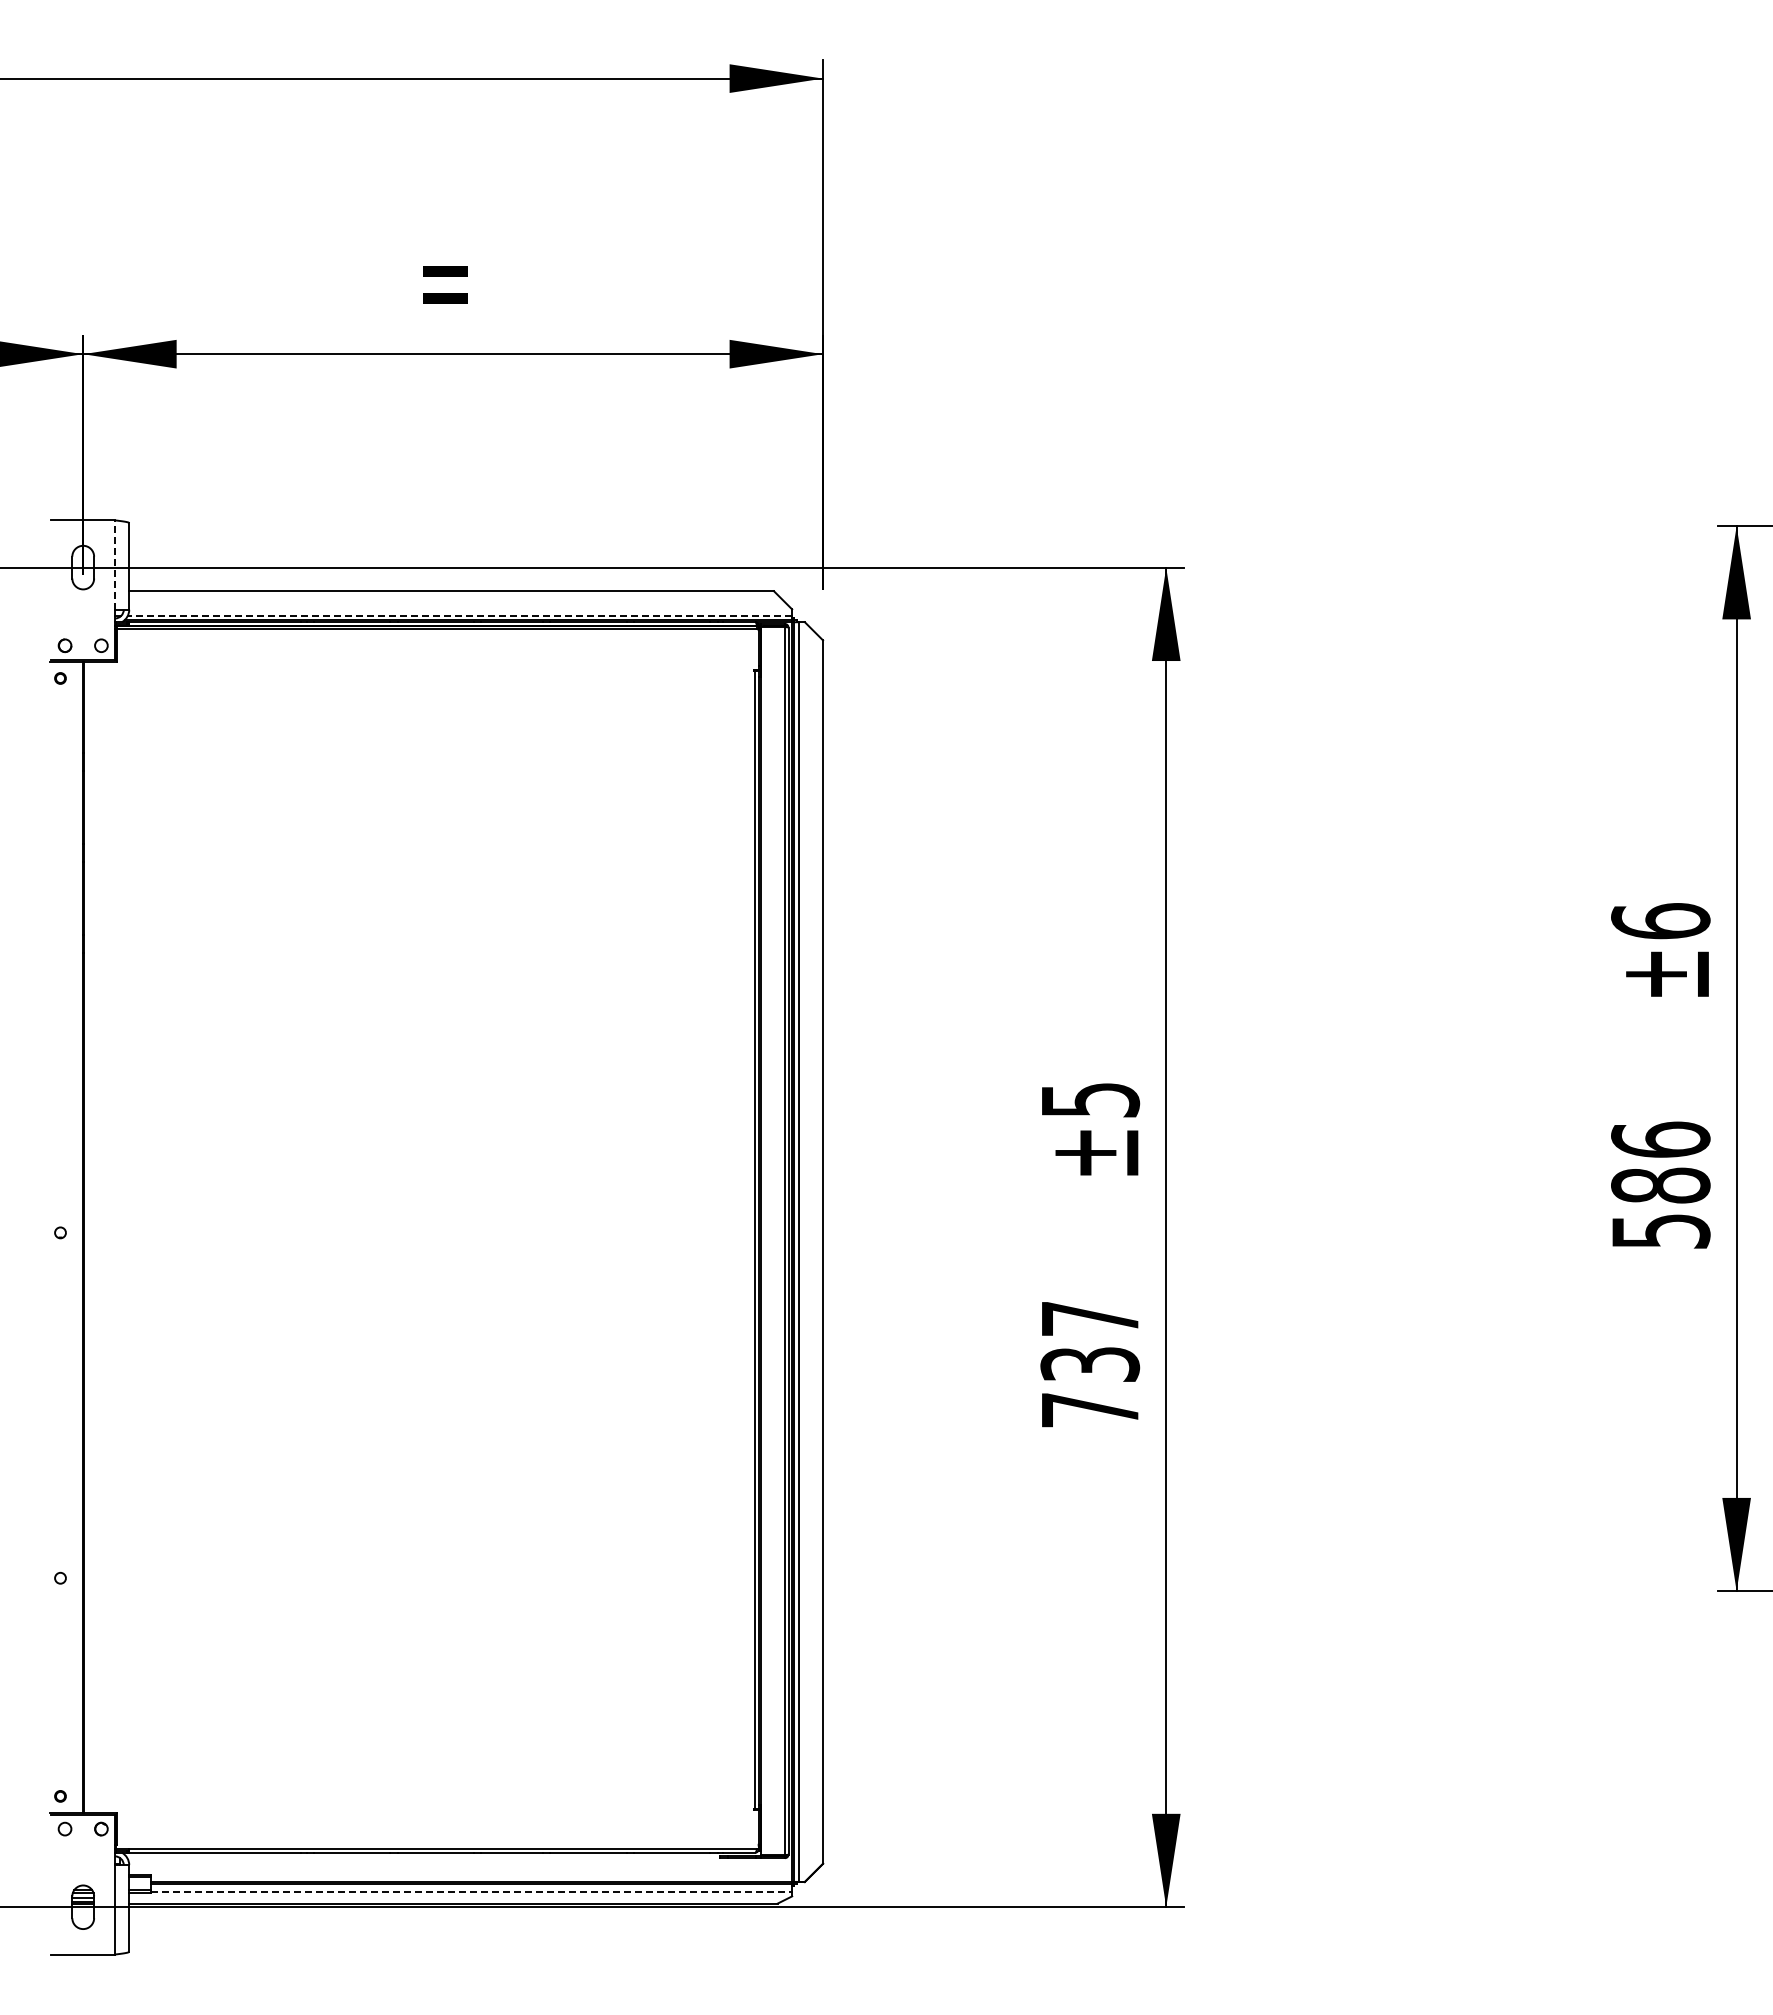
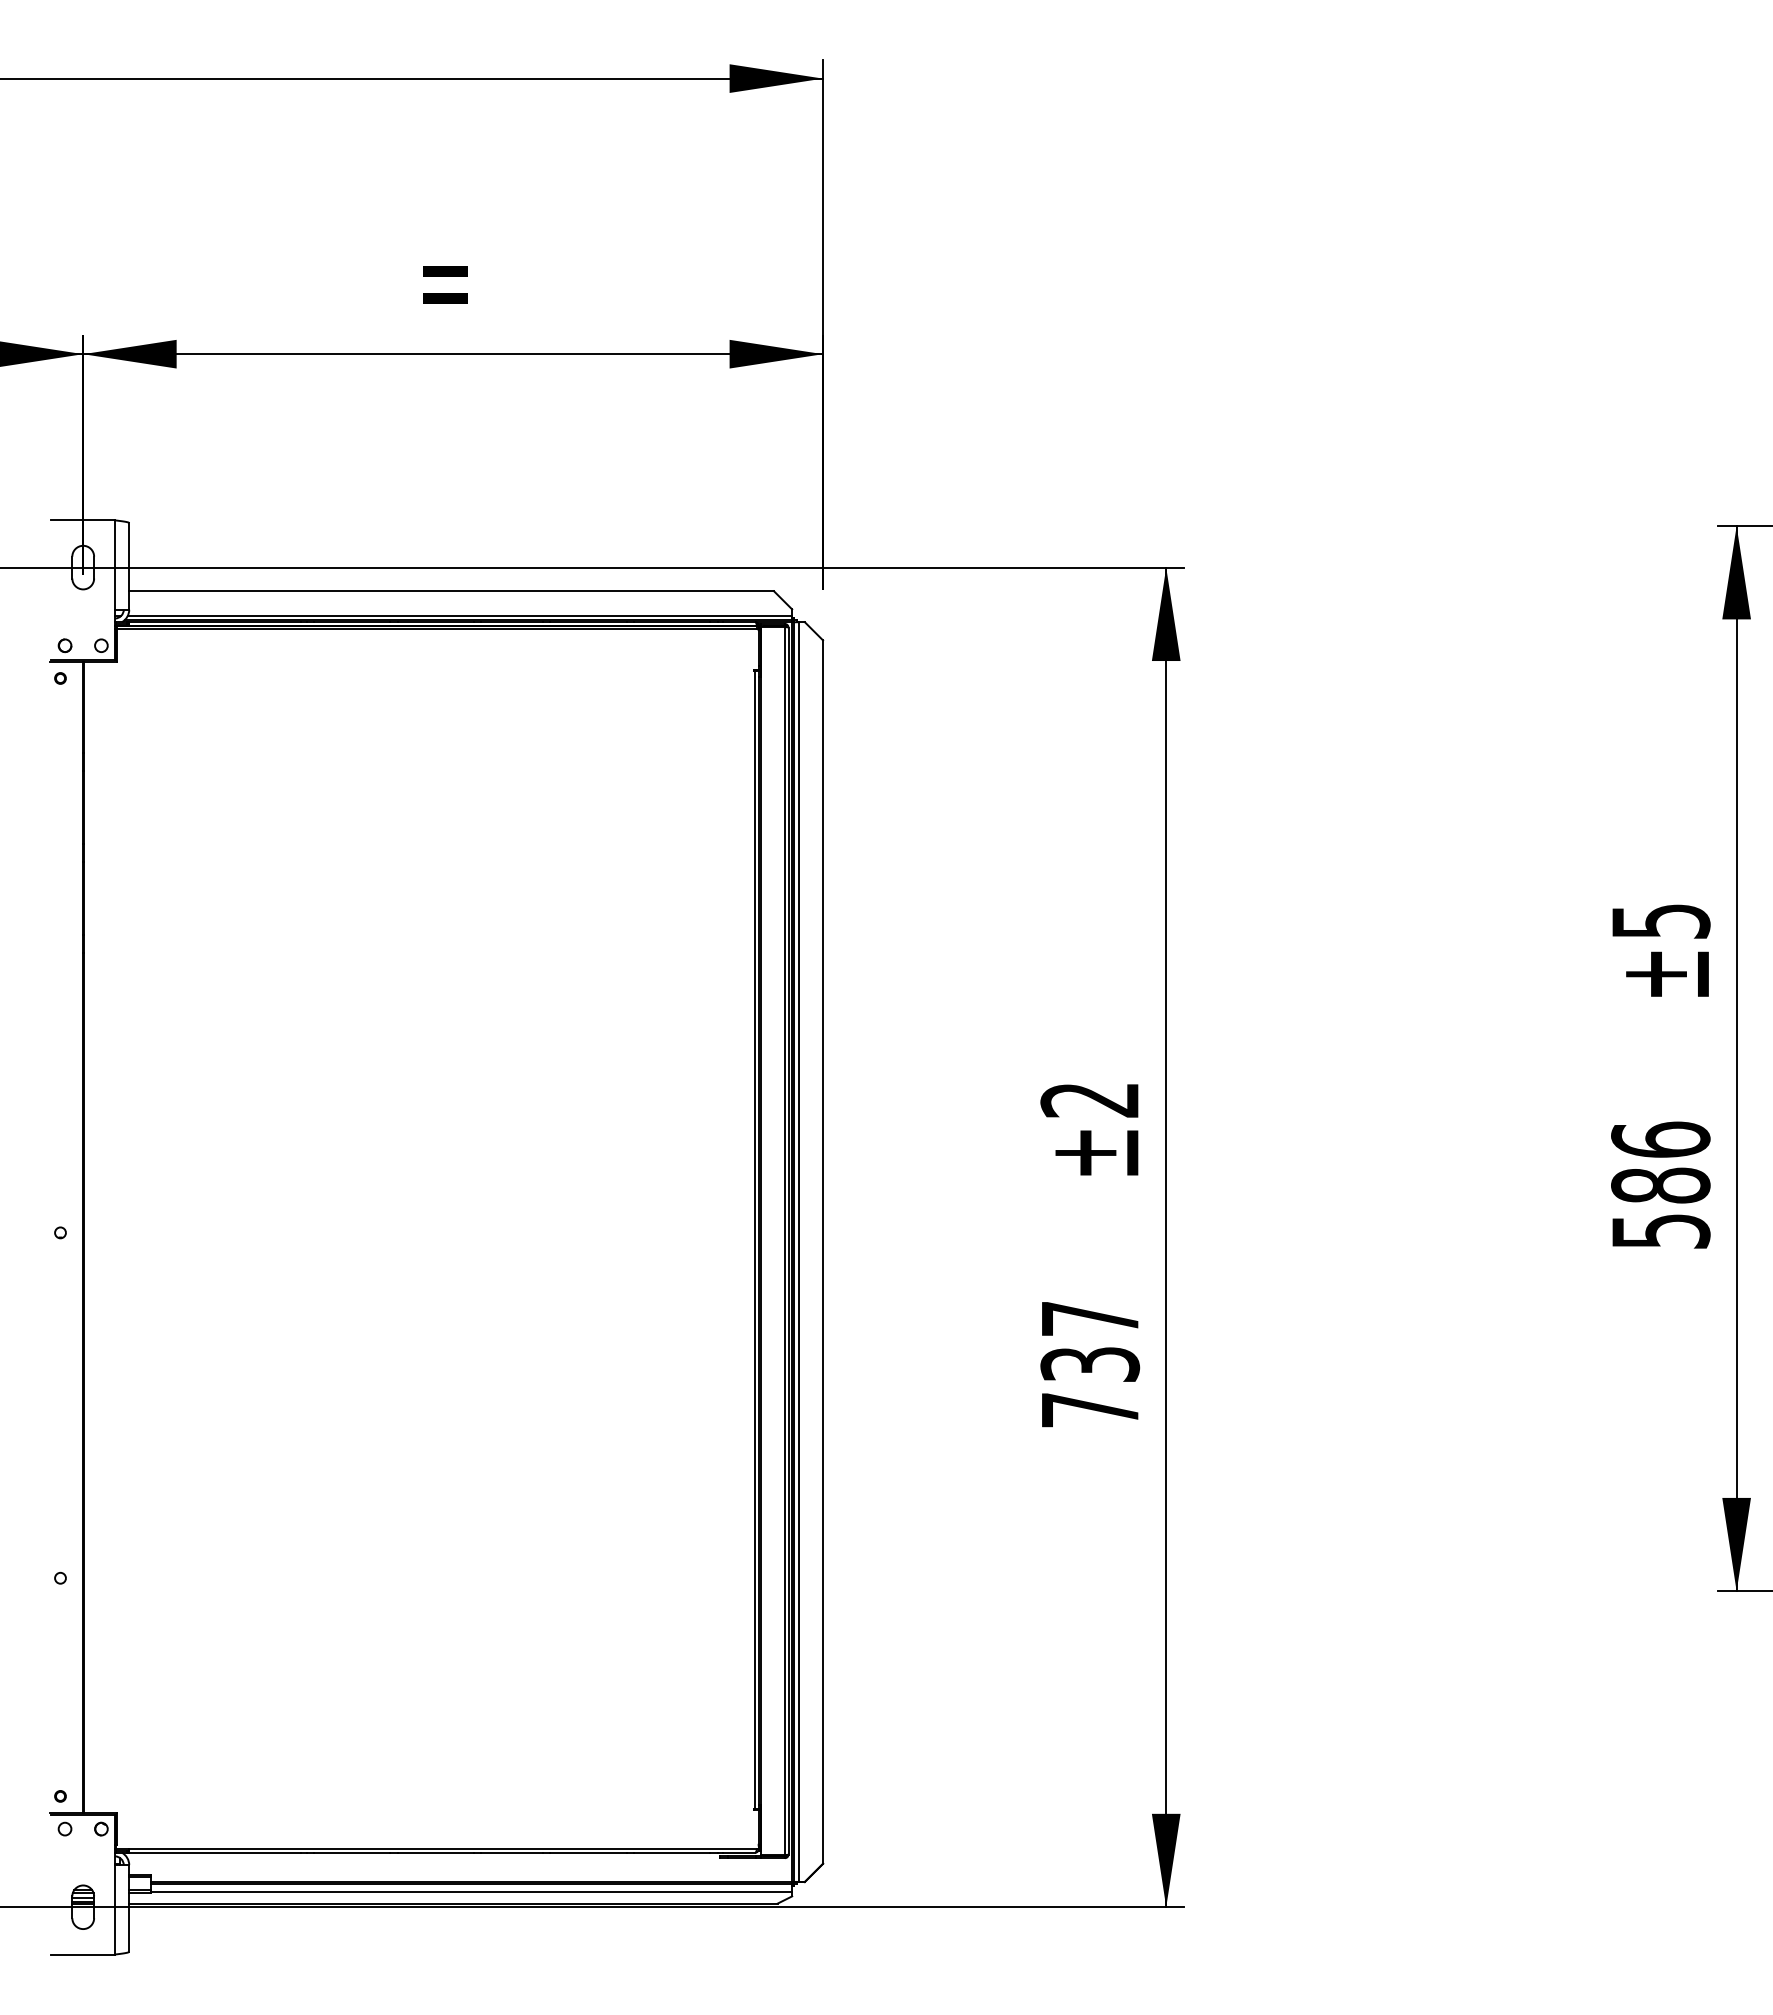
line at (115, 565): dashed -> solid
line at (459, 615): dashed -> solid
text at (1660, 921): ±6 -> ±5
text at (1090, 1100): ±5 -> ±2
line at (472, 1892): dashed -> solid
